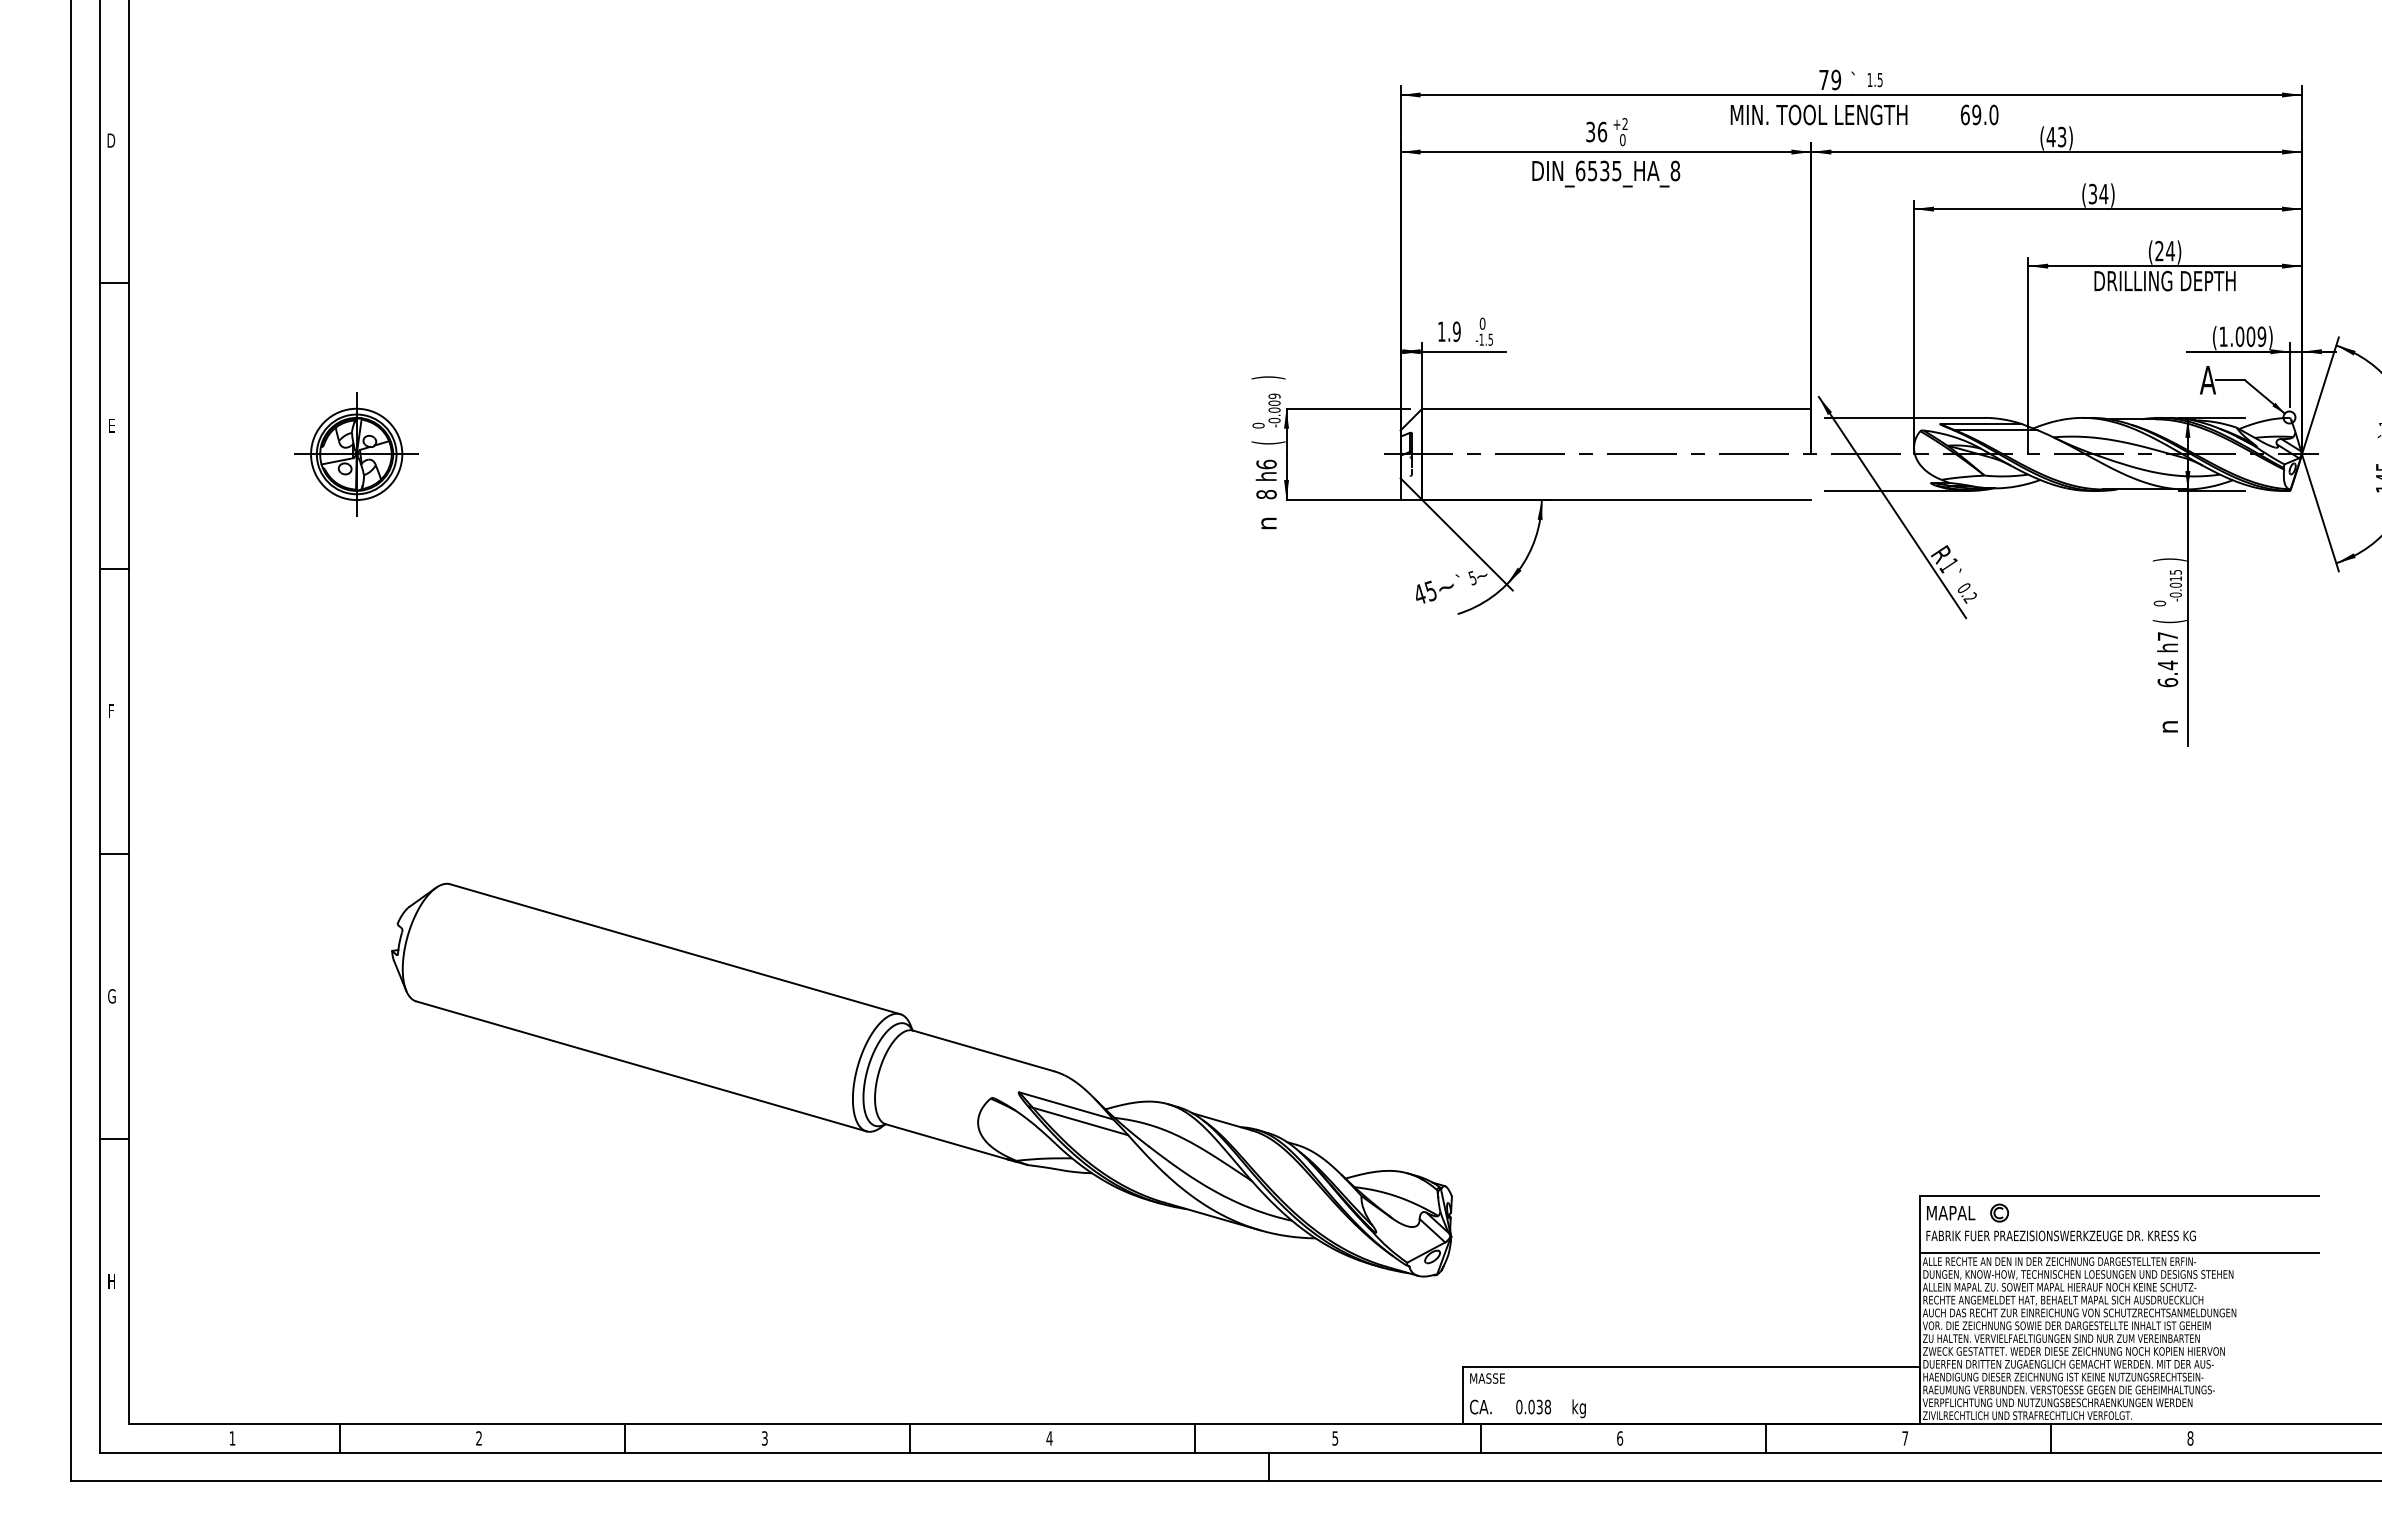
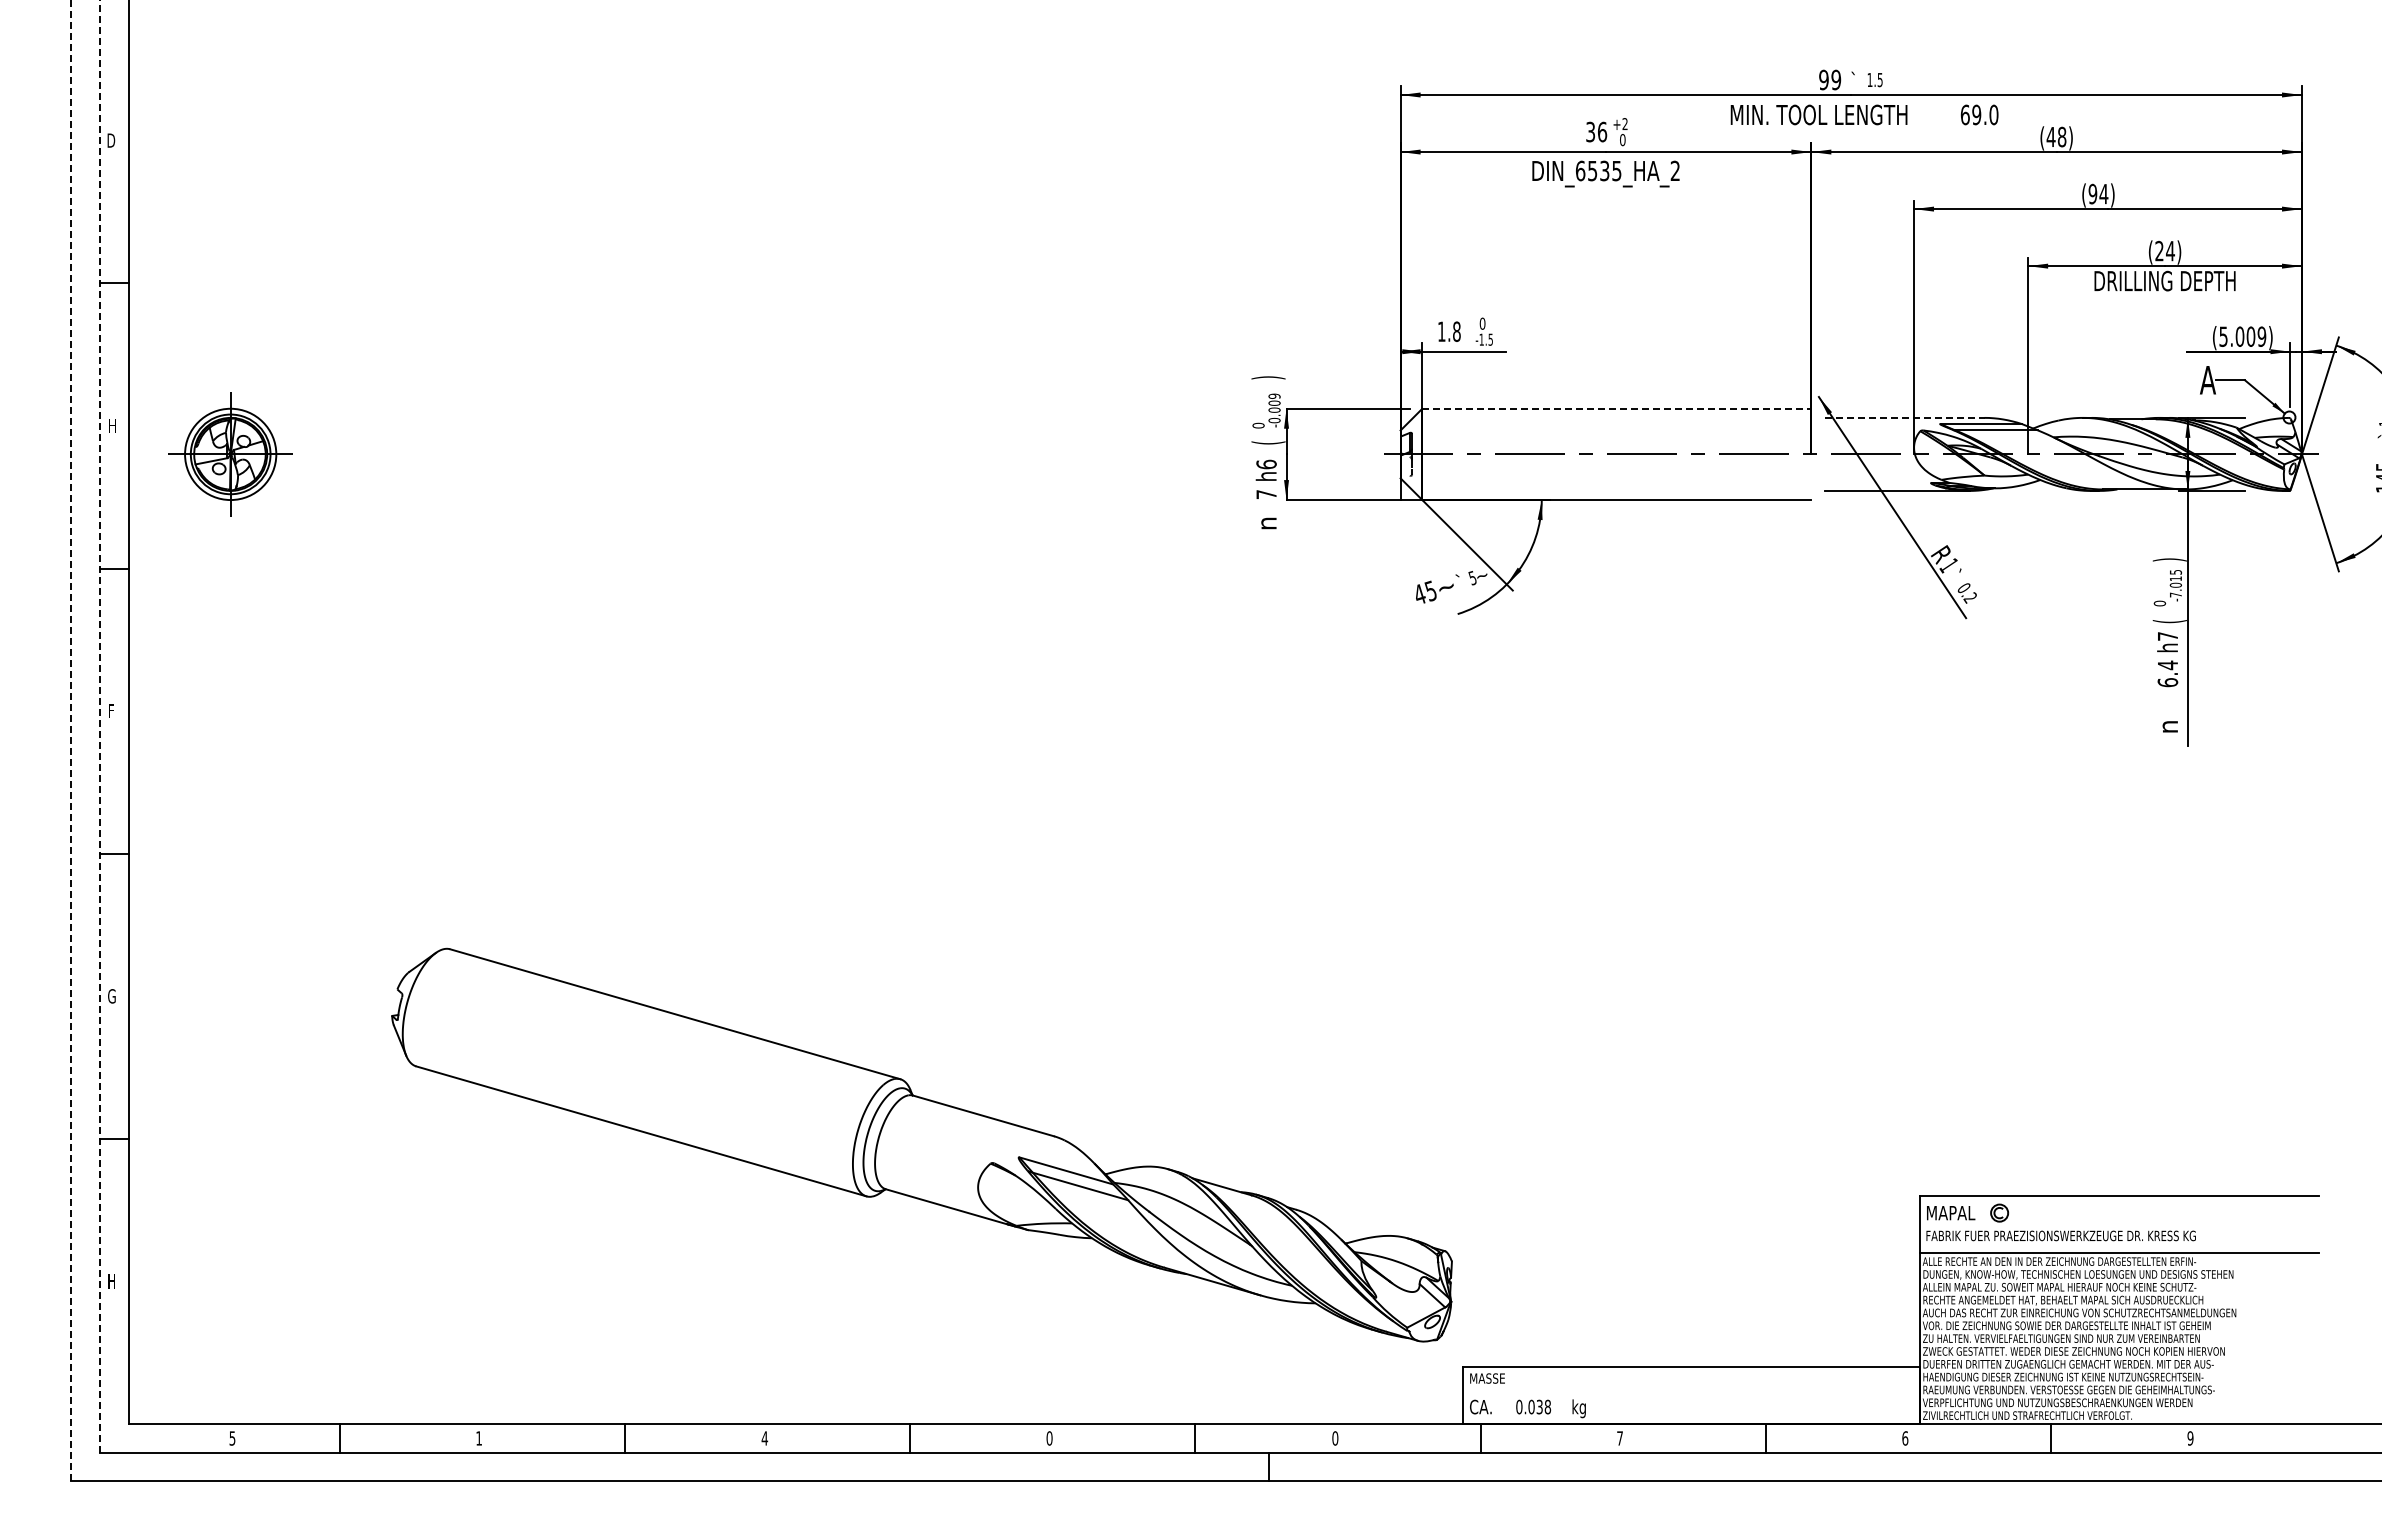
text at (1823, 79): 79 -> 99
text at (2061, 136): (43) -> (48)
text at (1675, 170): DIN_6535_HA_8 -> DIN_6535_HA_2
text at (2092, 194): (34) -> (94)
text at (1456, 331): 1.9 -> 1.8
text at (2223, 336): (1.009) -> (5.009)
line at (1616, 408): solid -> dashed
line at (1904, 417): solid -> dashed
text at (112, 425): E -> H
part at (356, 454) position: (356, 454) -> (230, 454)
text at (1266, 494): 8 -> 7
text at (2175, 594): -0.015 -> -7.015
line at (99, 726): solid -> dashed
line at (71, 740): solid -> dashed
part at (921, 1079) position: (921, 1079) -> (921, 1144)
text at (232, 1438): 1 -> 5
text at (478, 1438): 2 -> 1
text at (764, 1438): 3 -> 4
text at (1049, 1438): 4 -> 0
text at (1335, 1438): 5 -> 0
text at (1620, 1438): 6 -> 7
text at (1905, 1438): 7 -> 6
text at (2190, 1438): 8 -> 9
